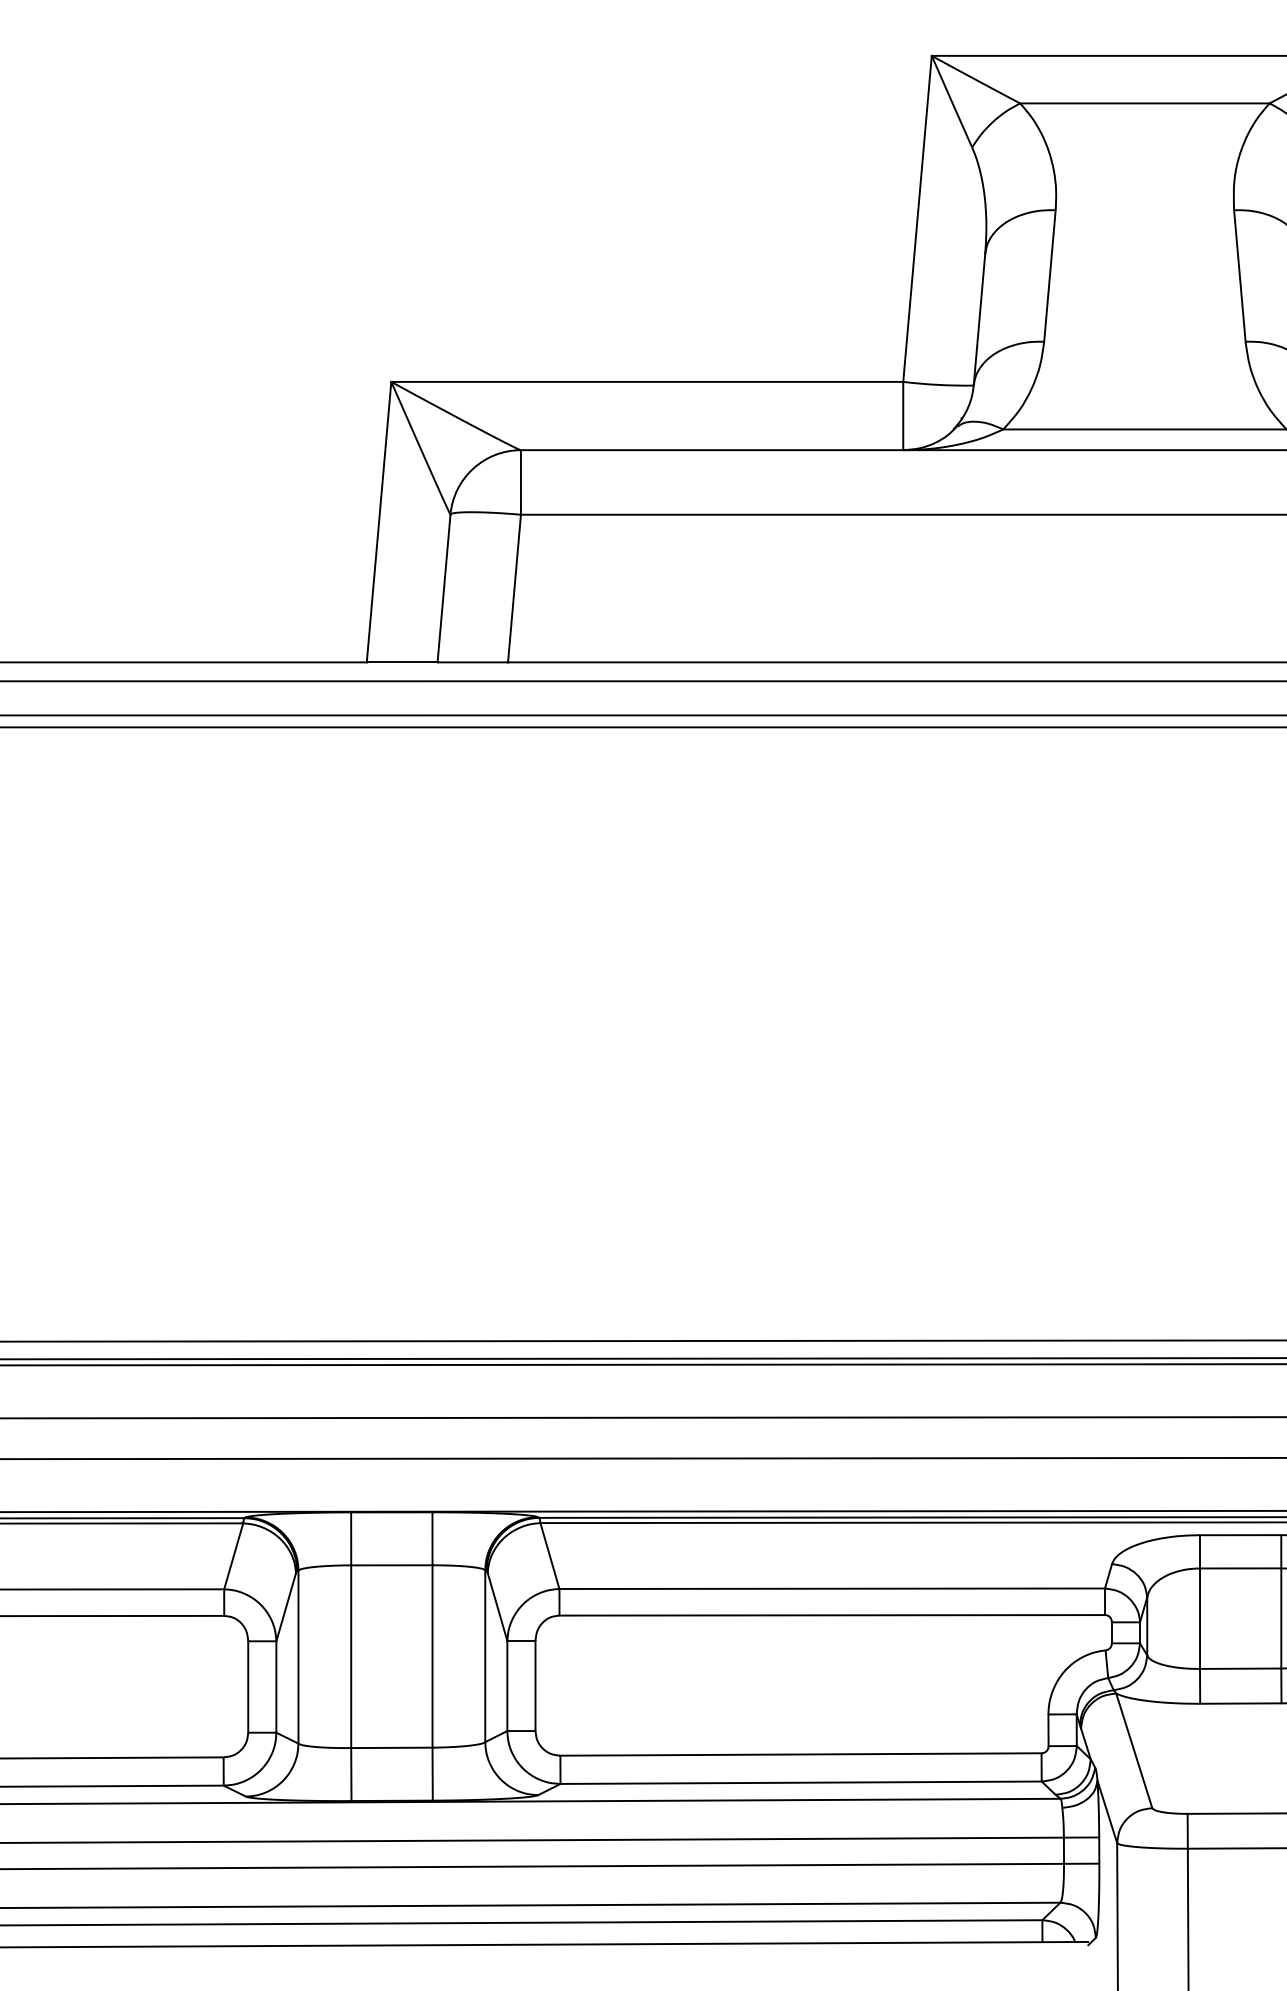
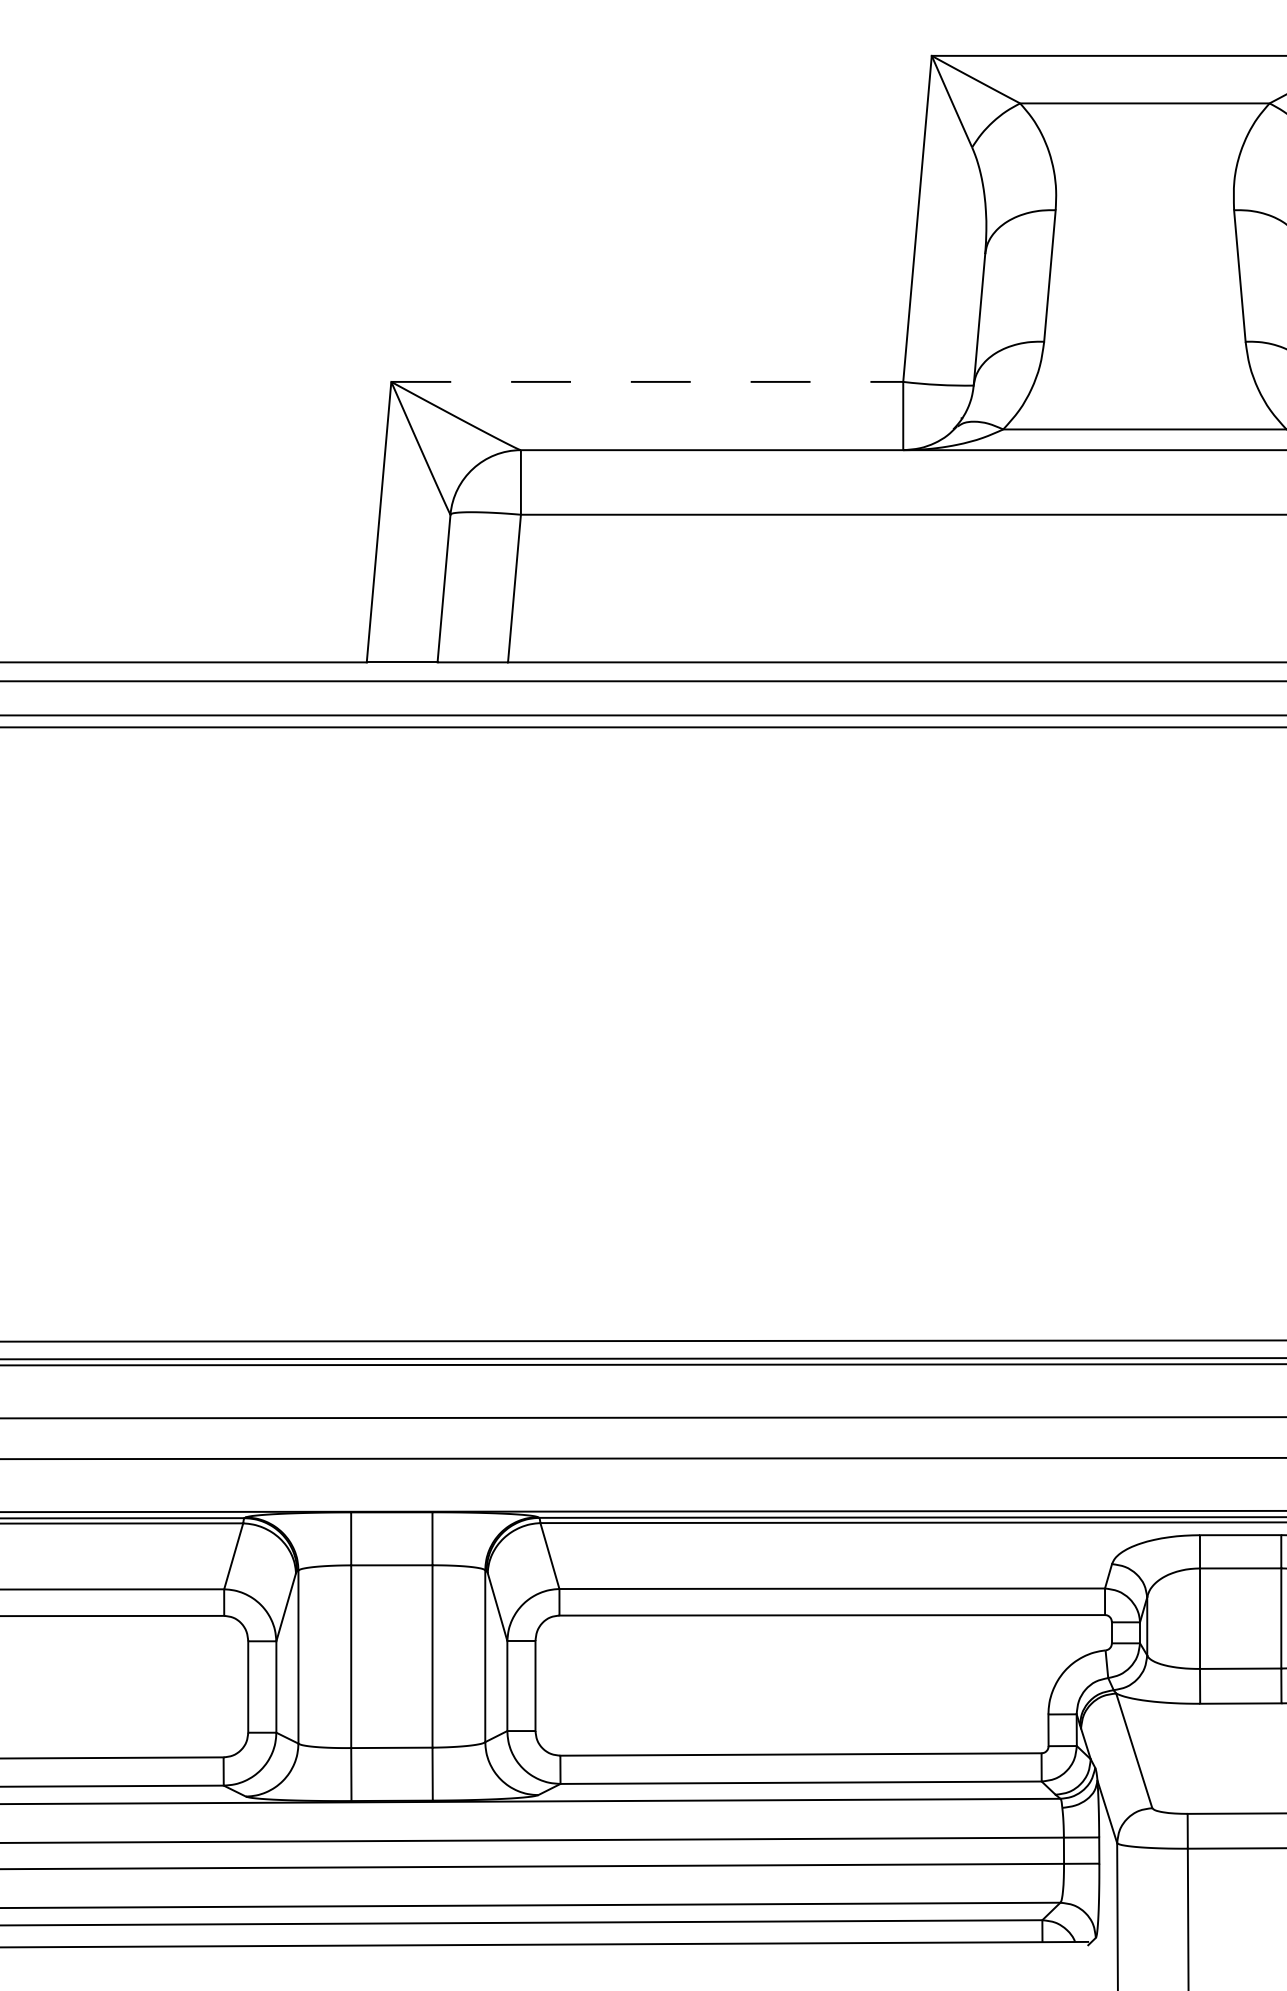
line at (647, 381): solid -> dashed
